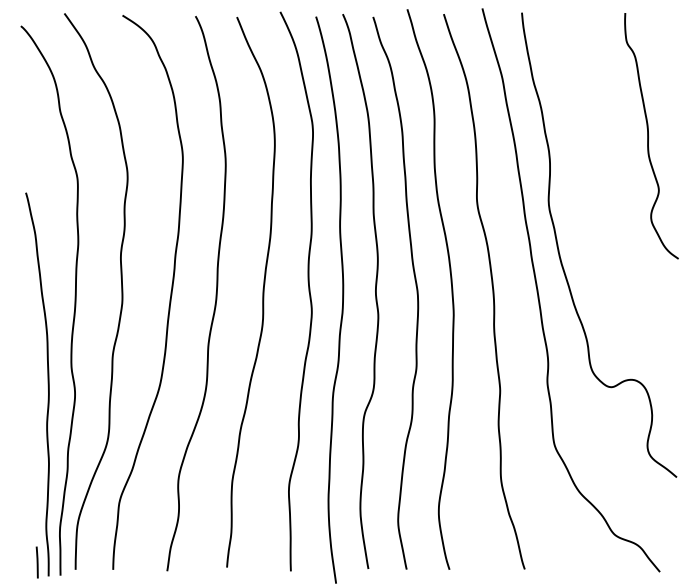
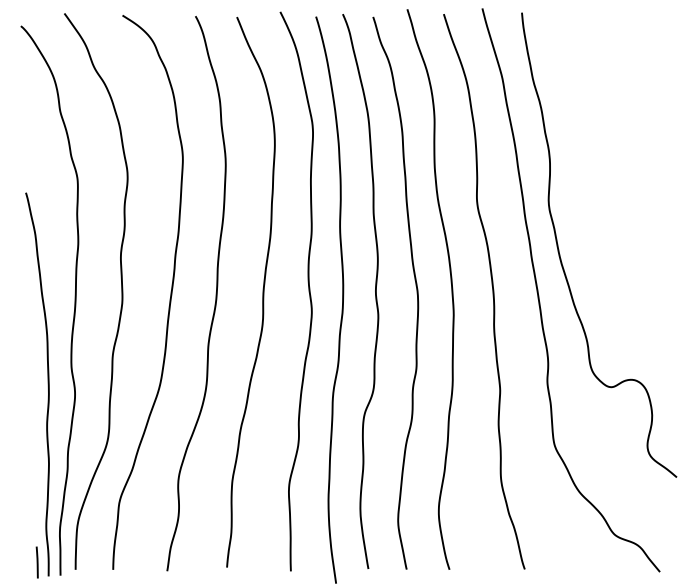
curve at (648, 136): present -> none
